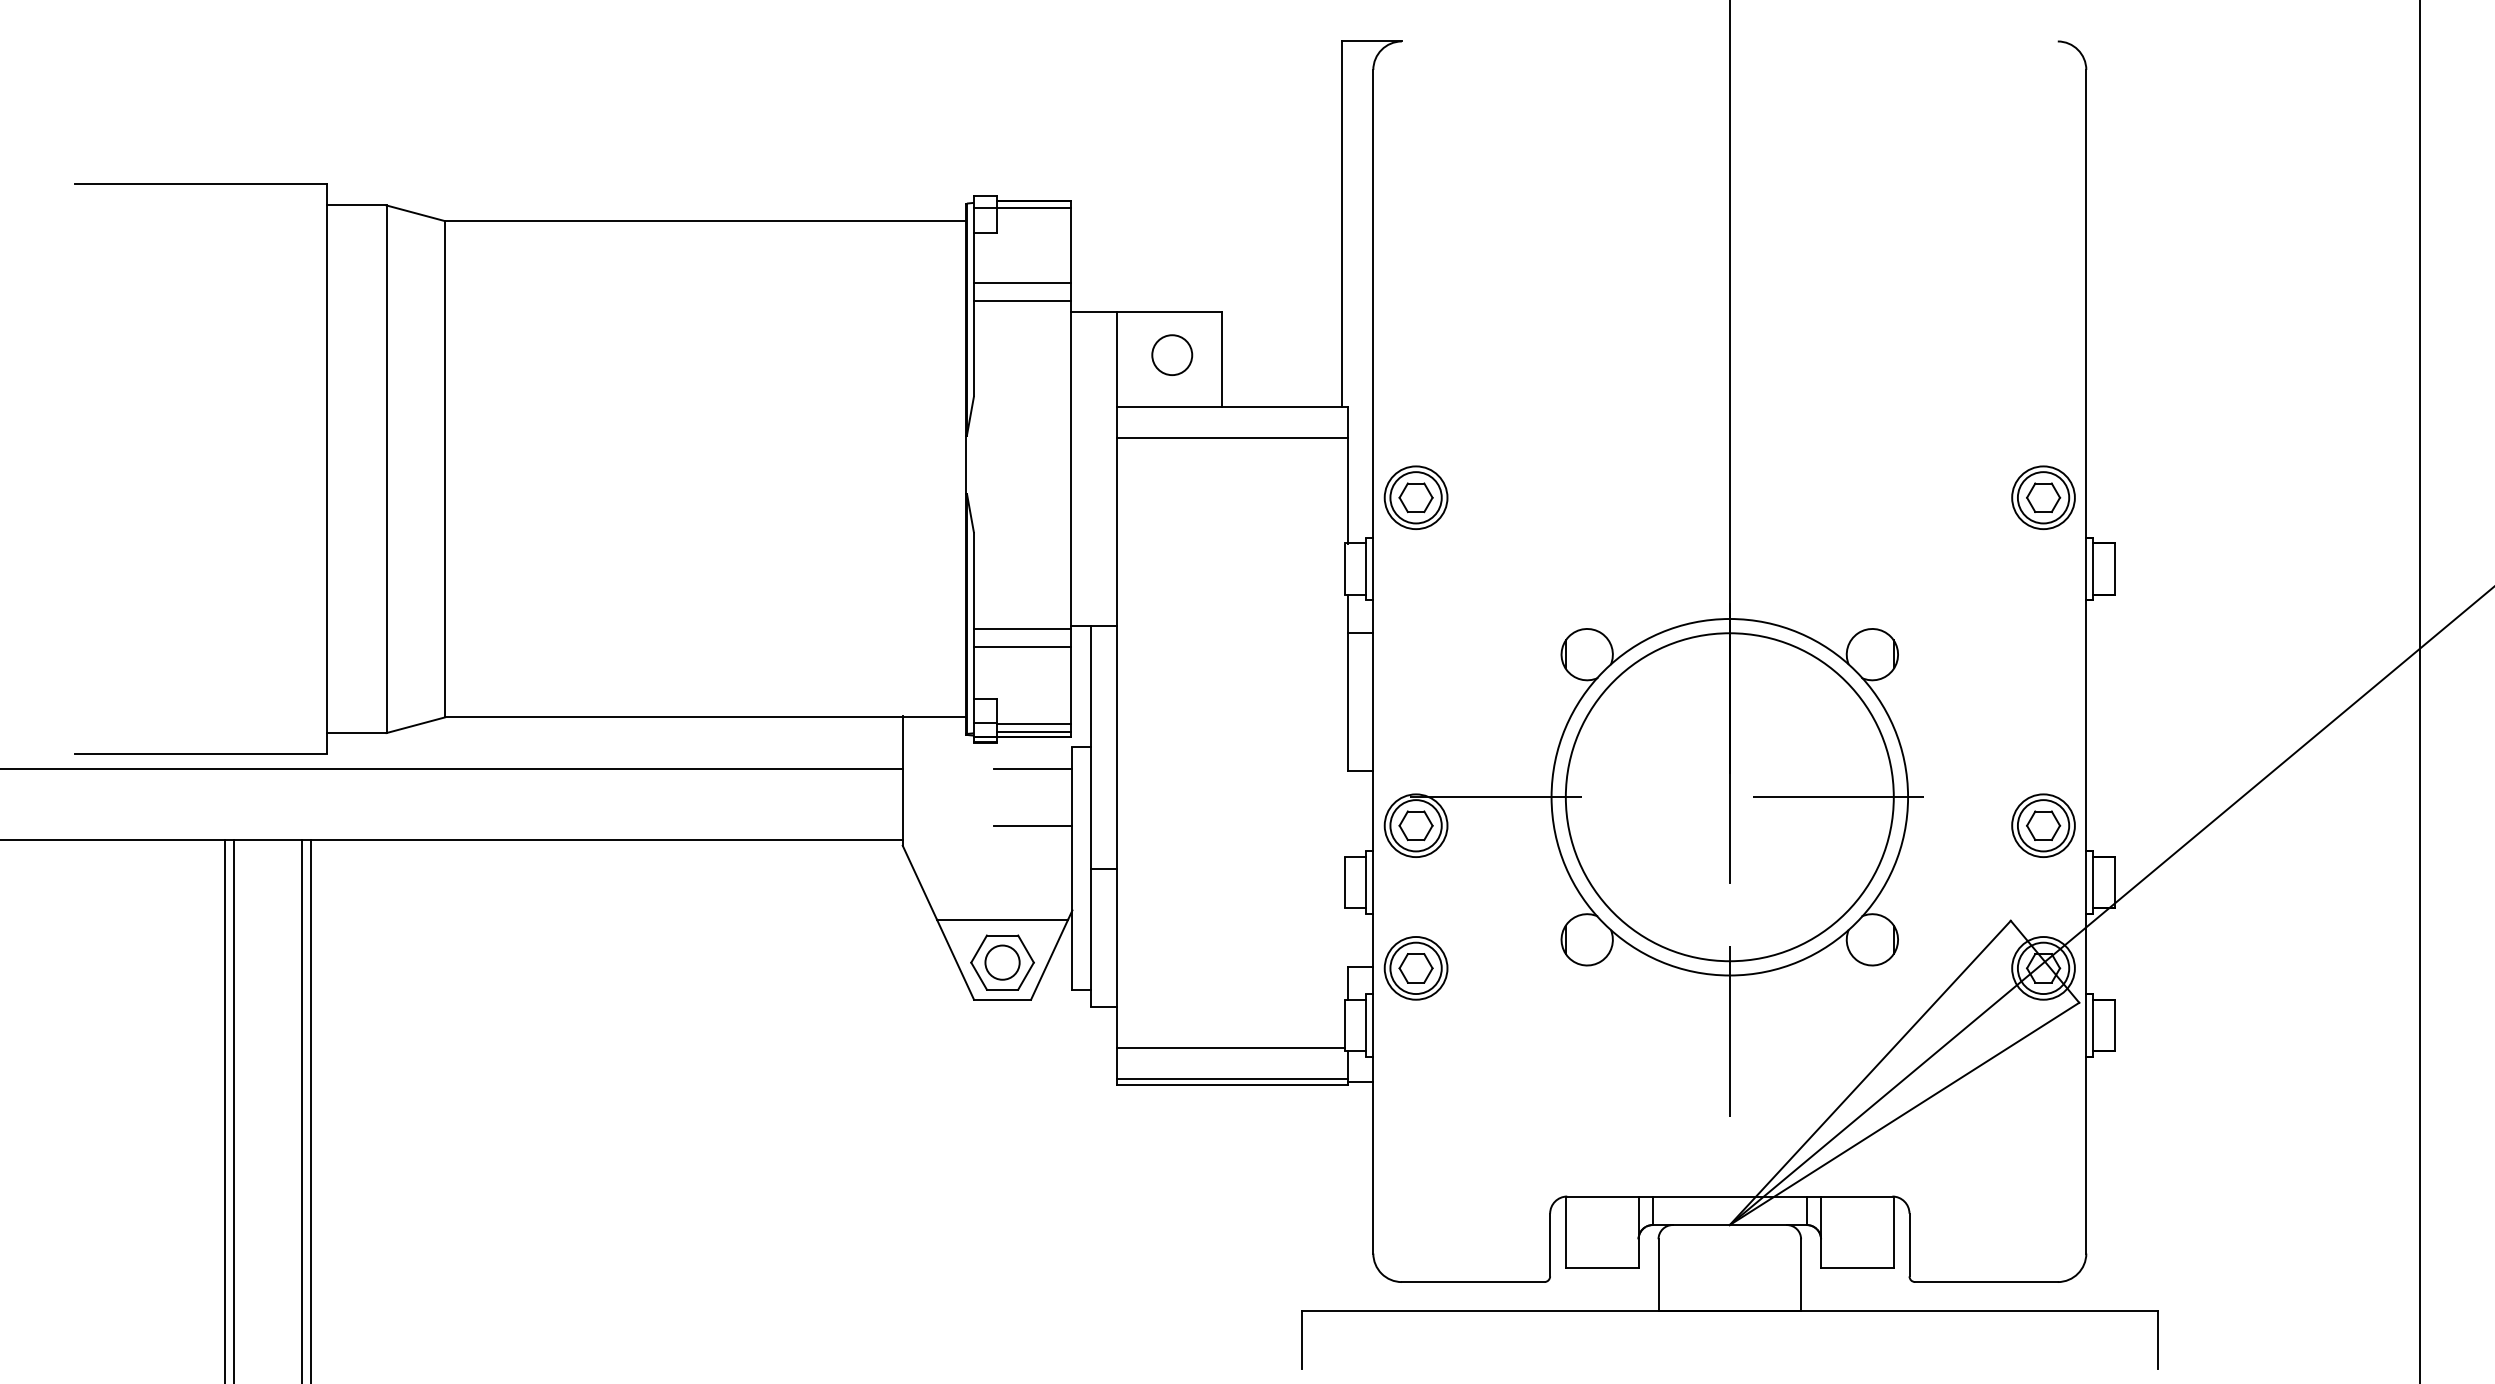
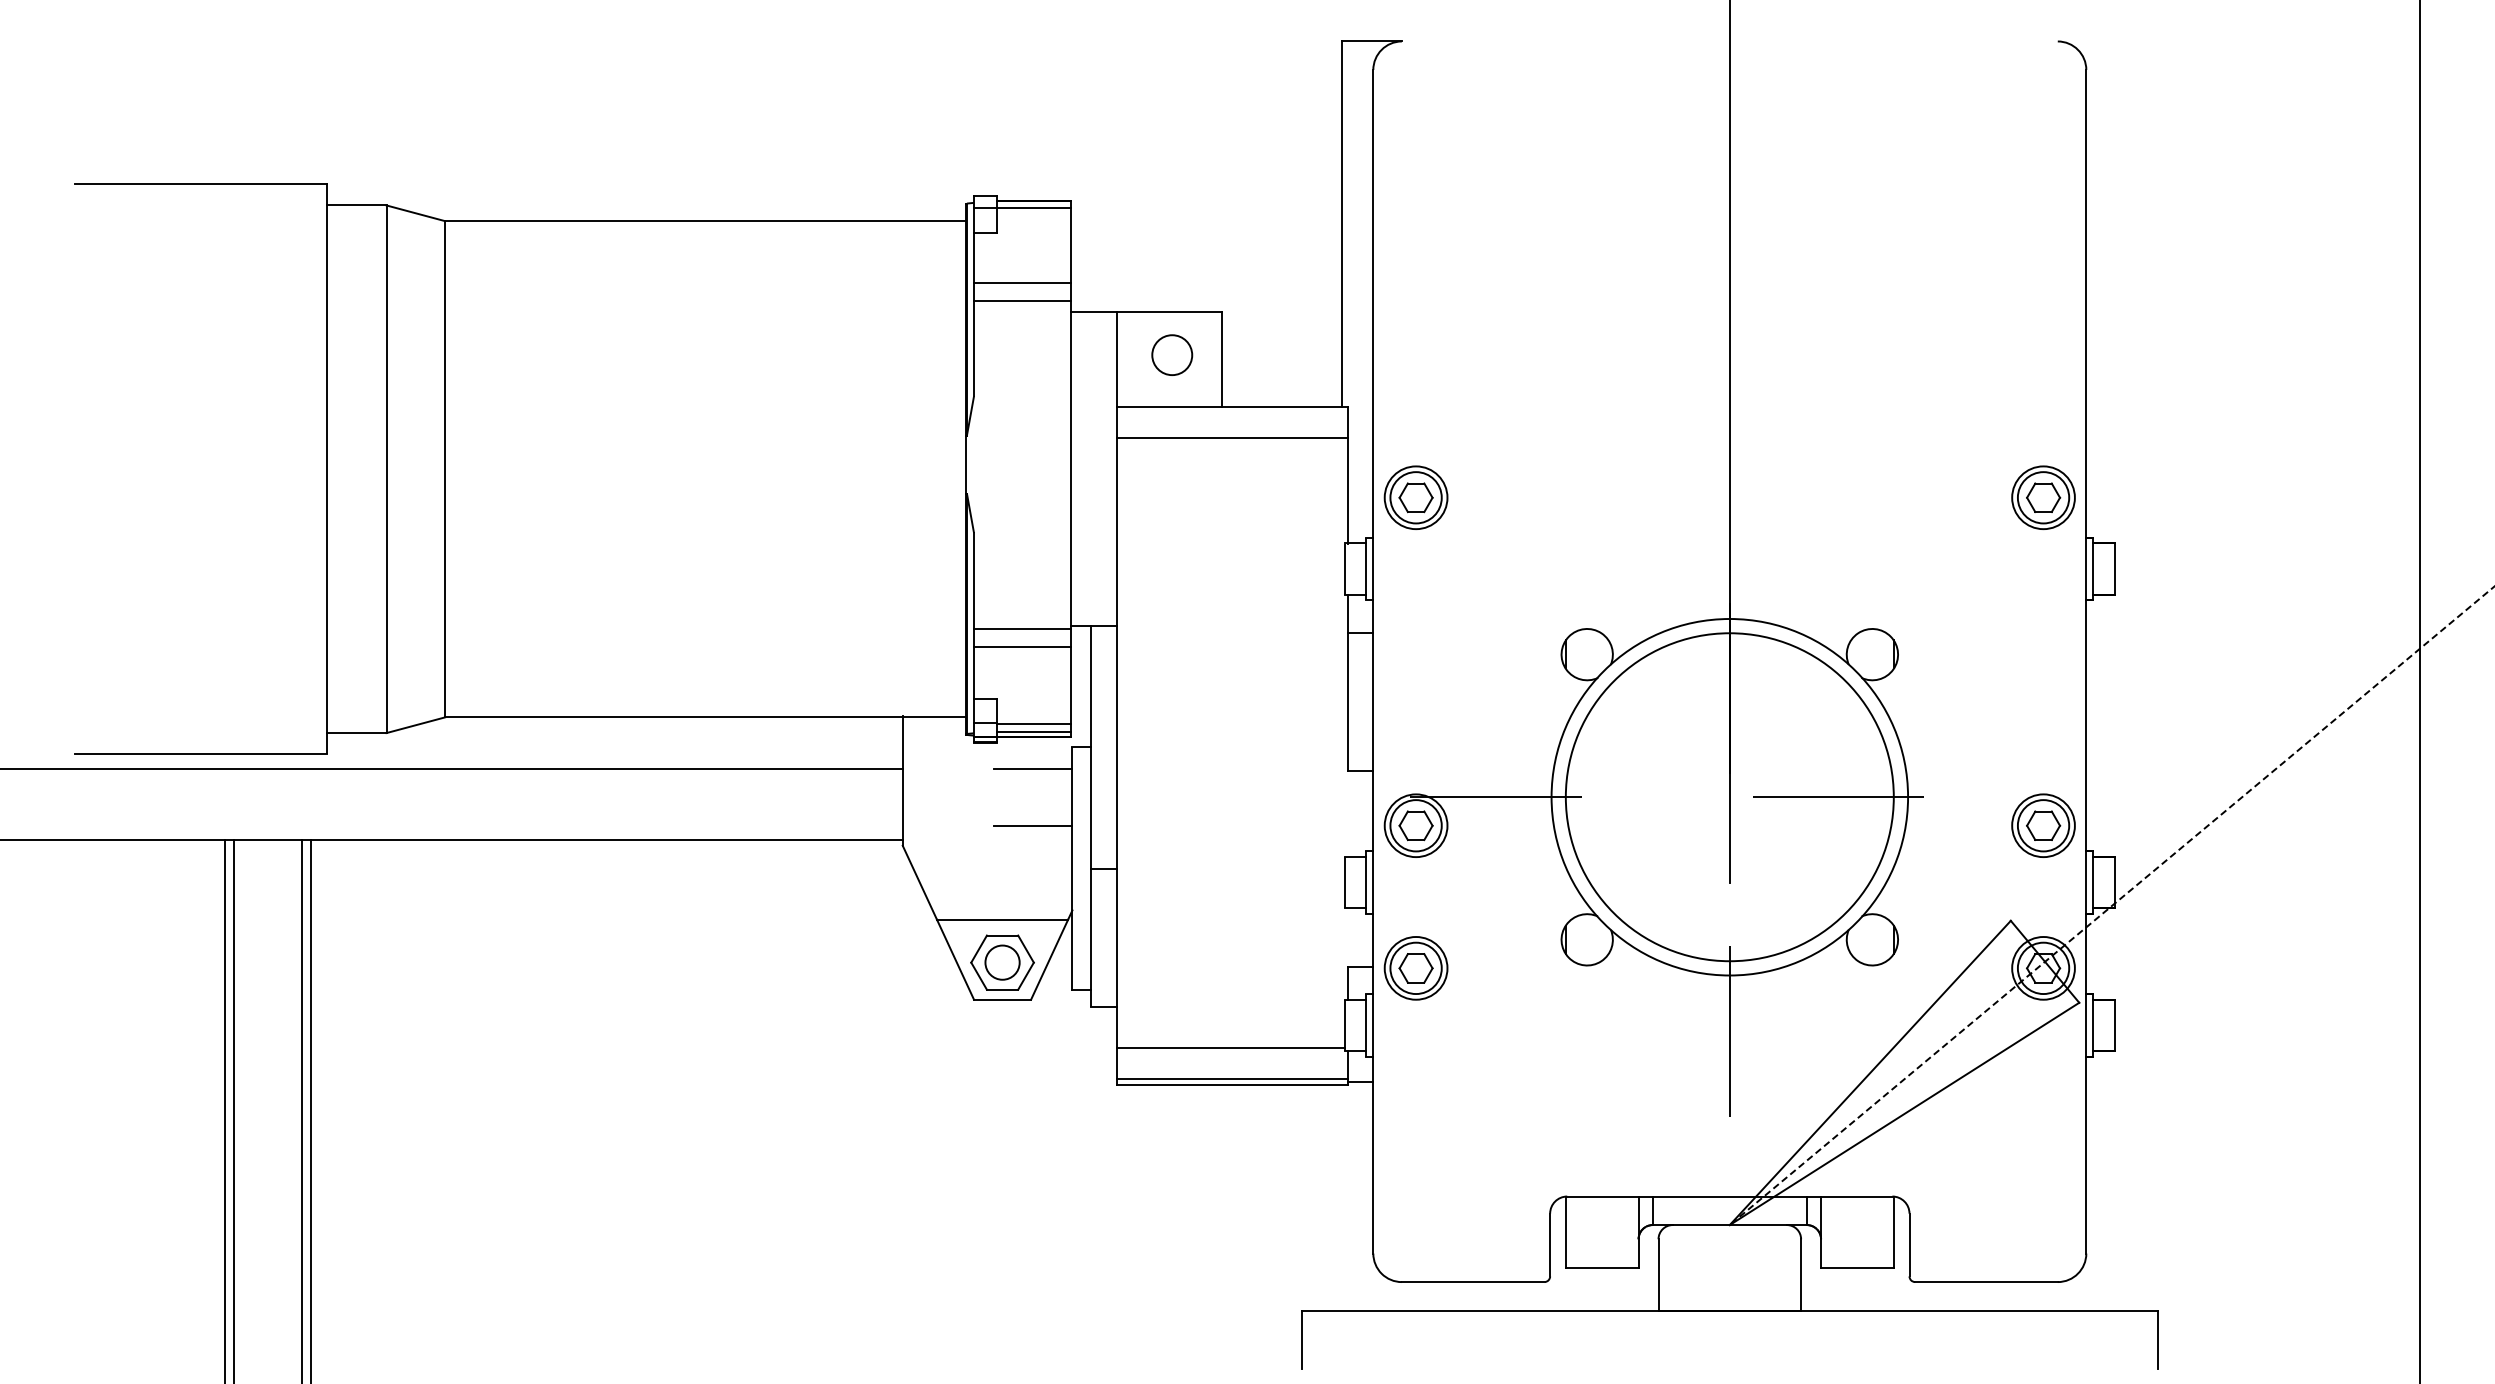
line at (2112, 905): solid -> dashed
